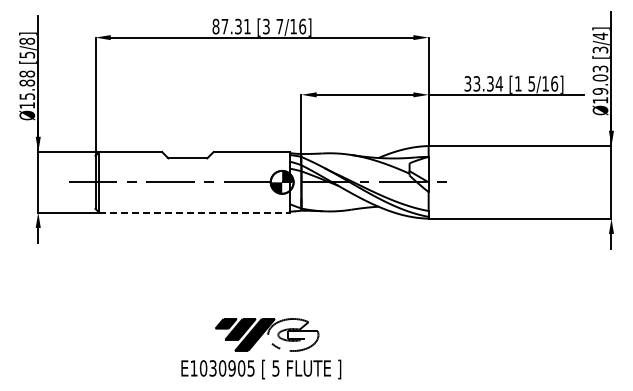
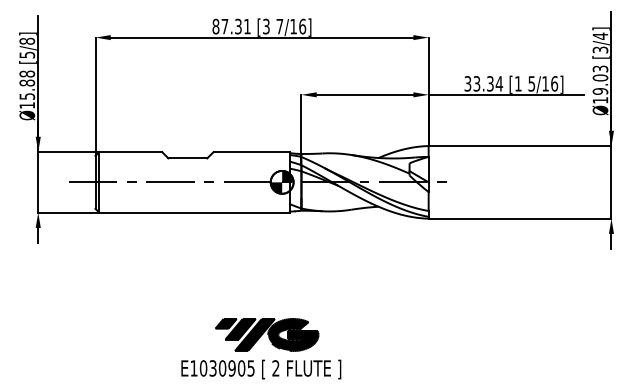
line at (195, 212): dashed -> solid
fill at (293, 334): none -> present
text at (275, 368): 5 -> 2
